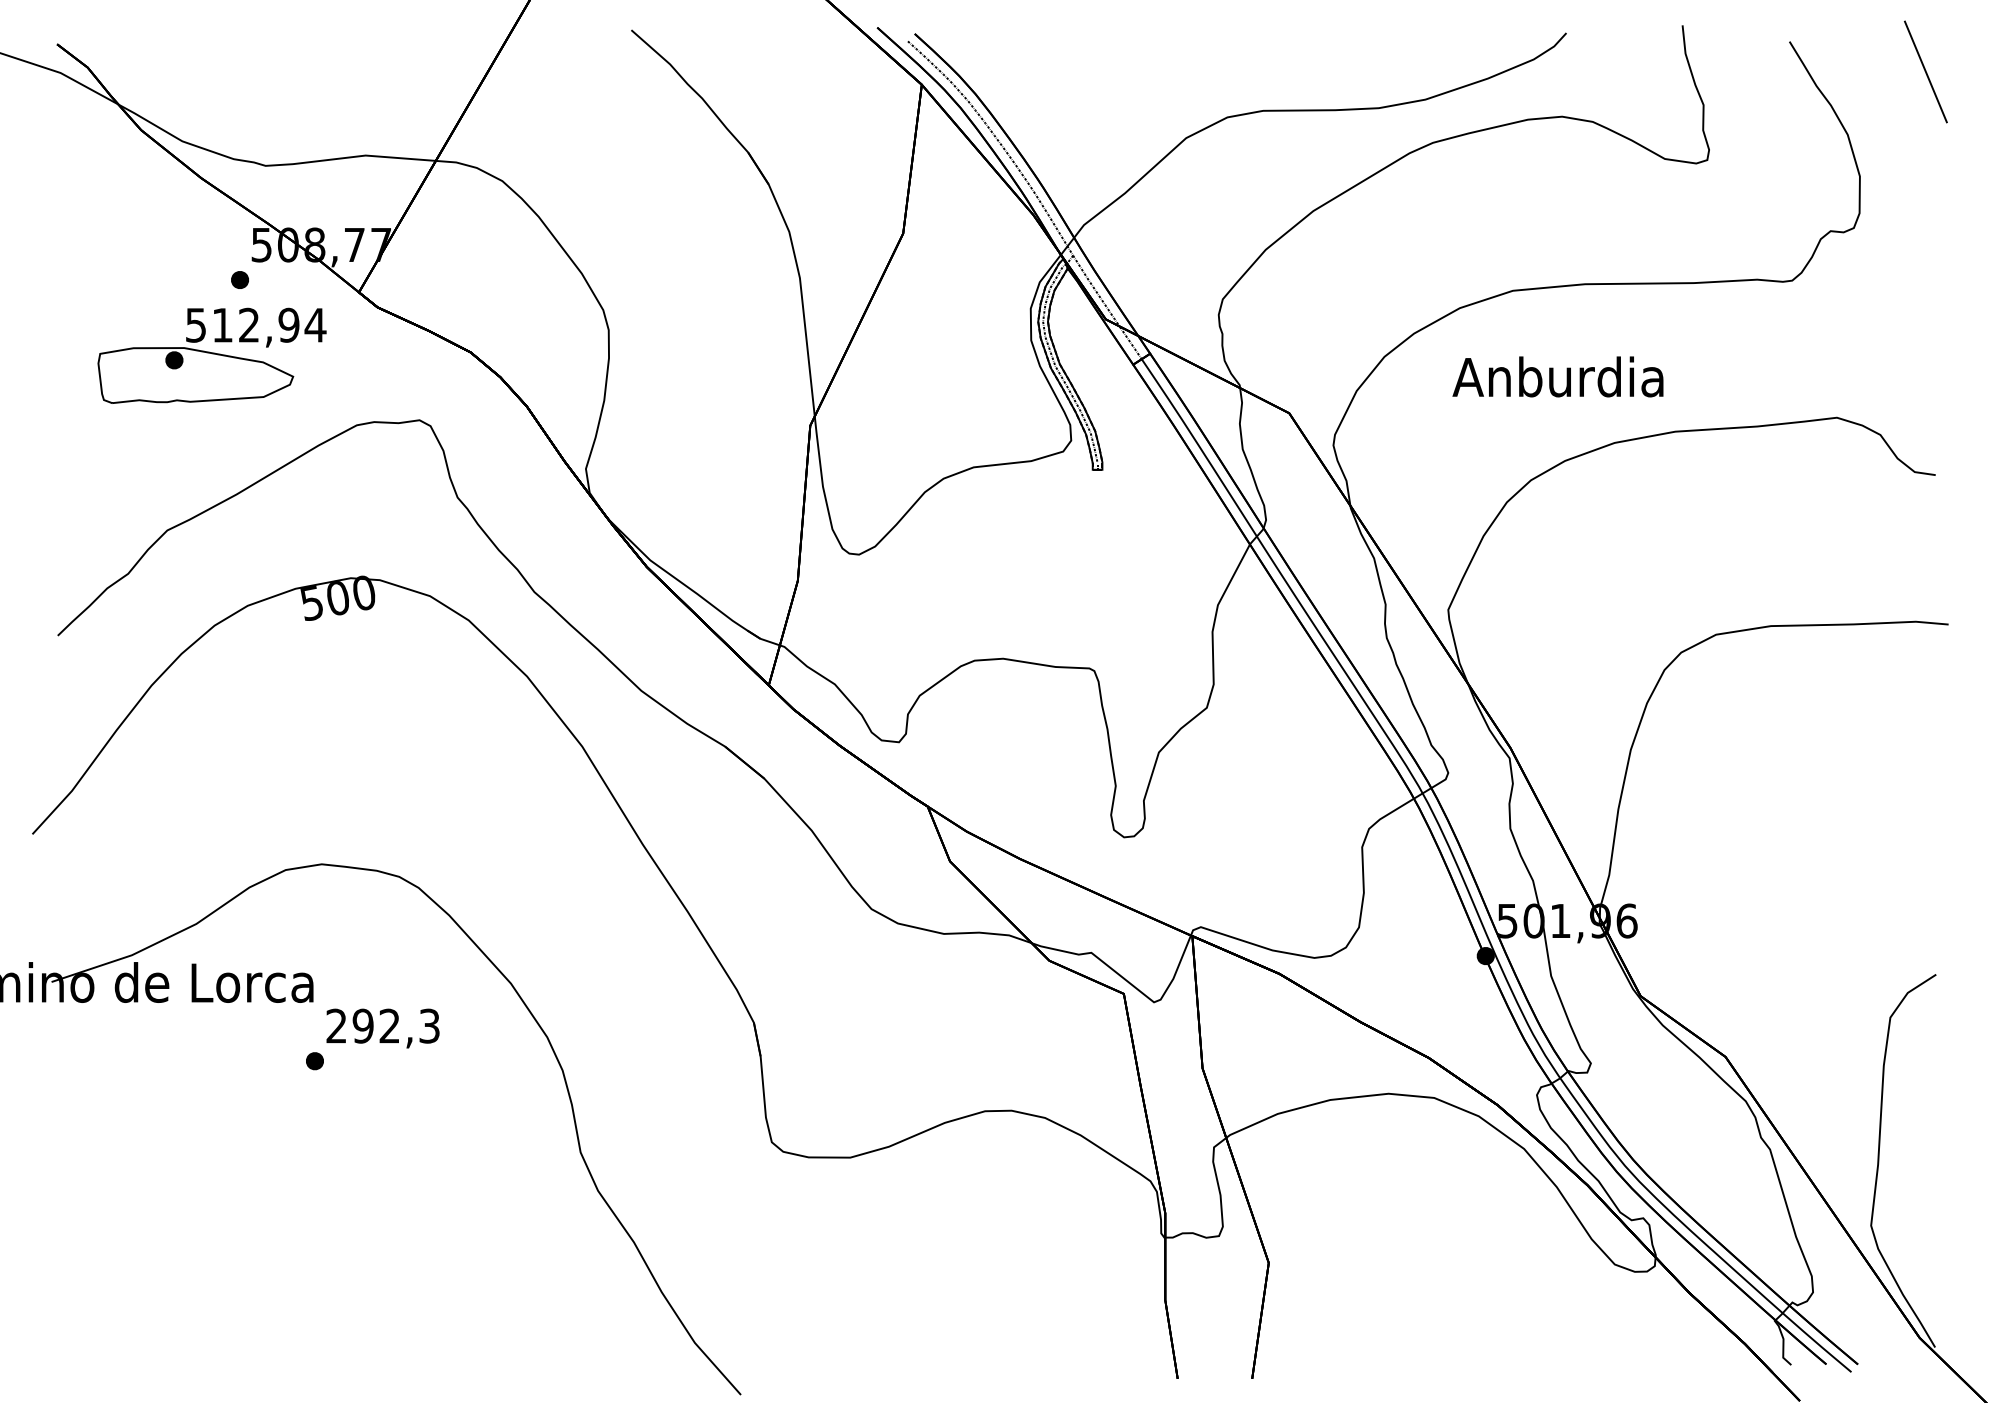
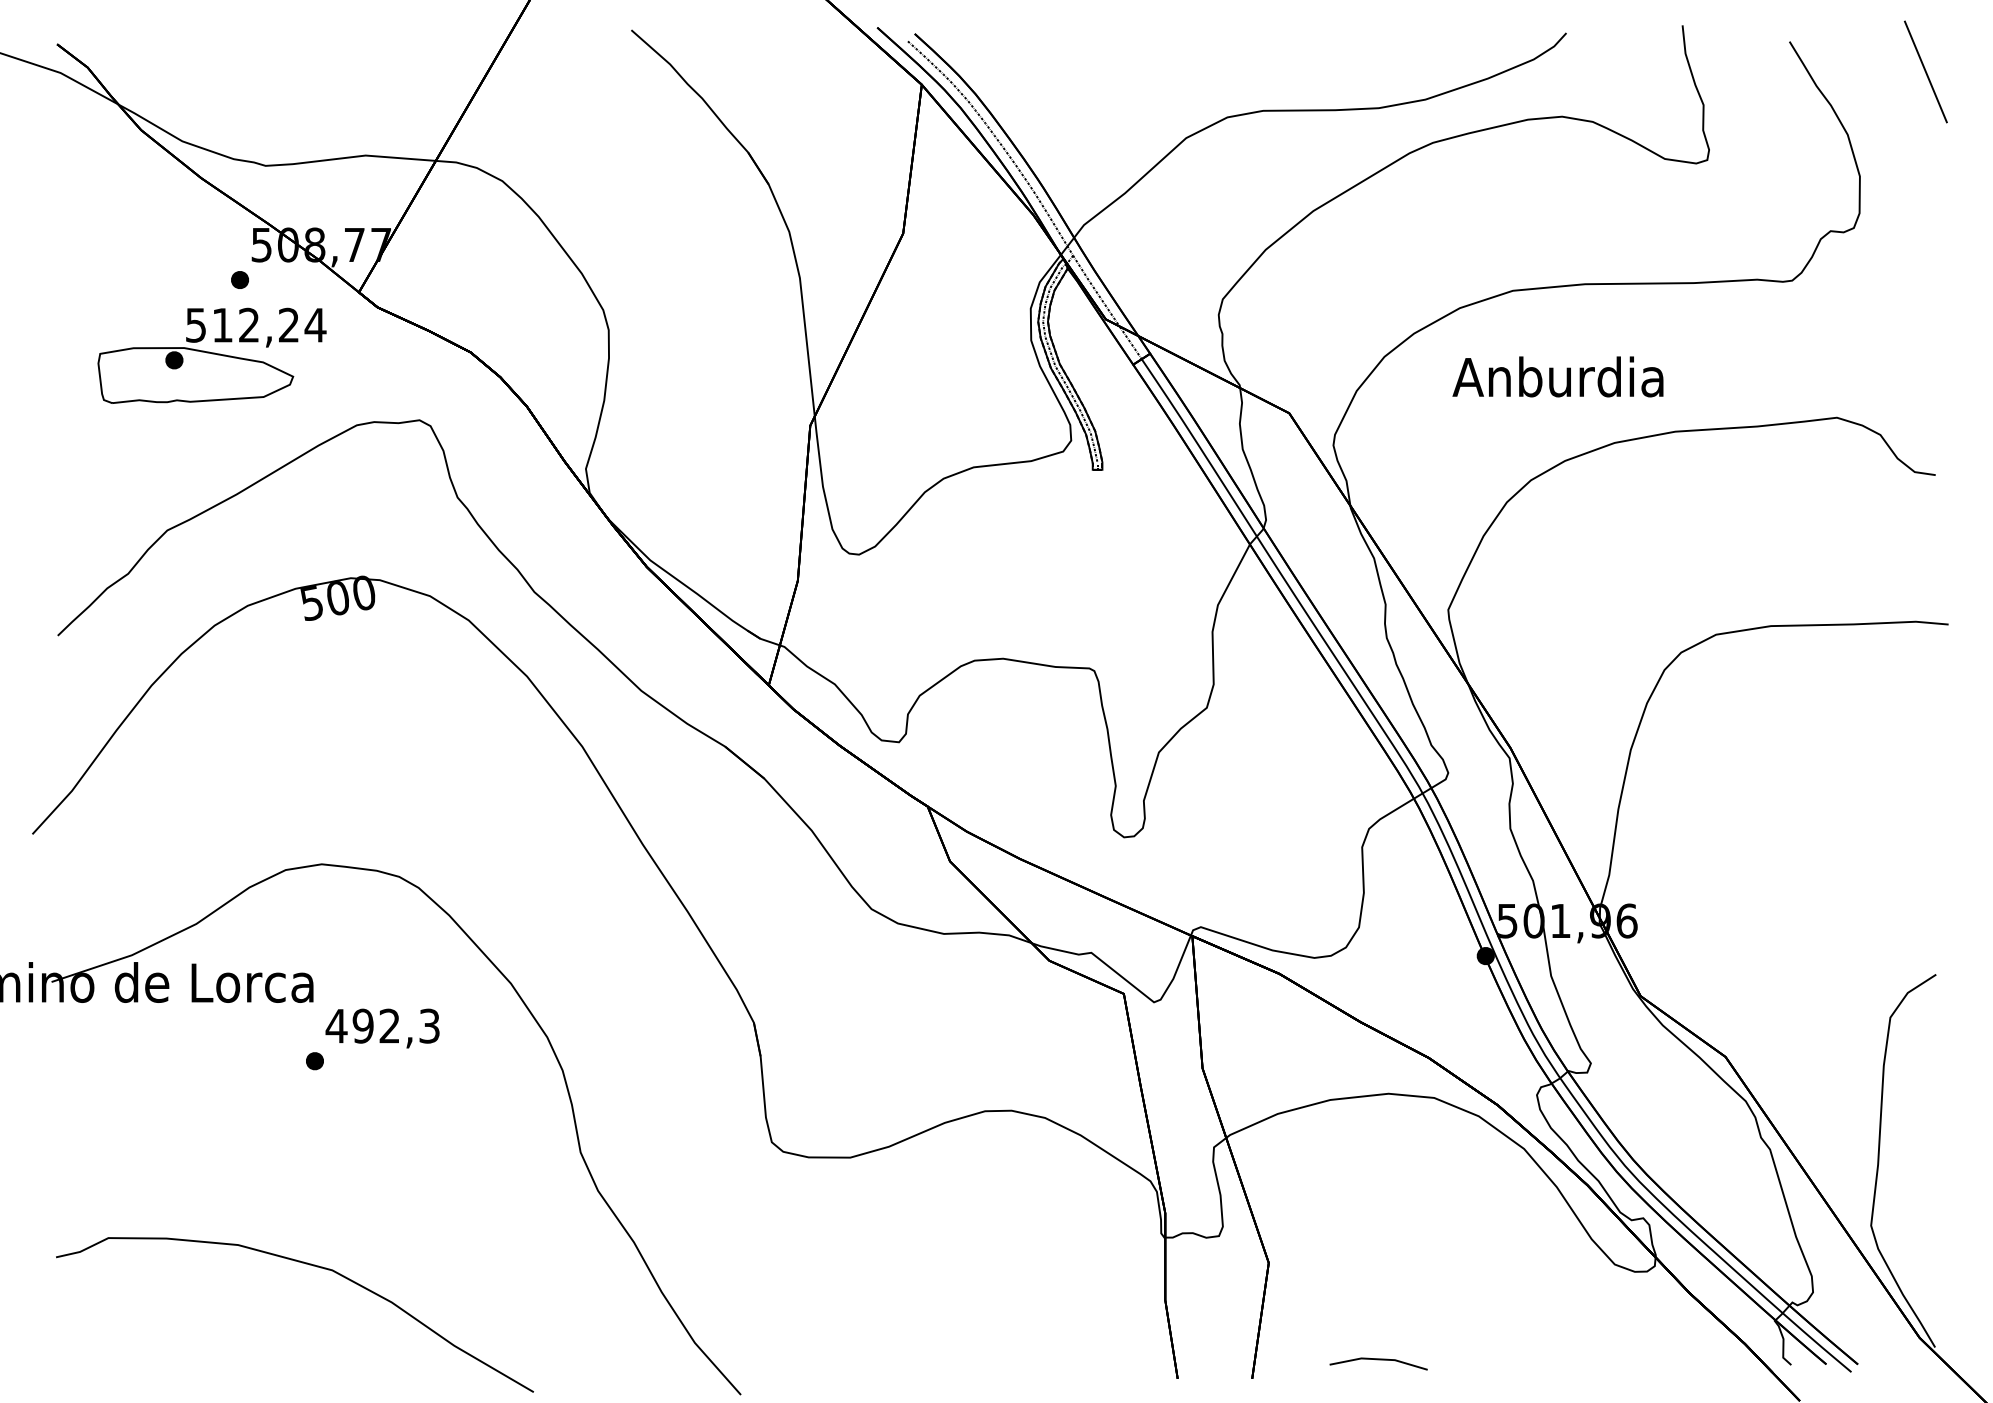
text at (288, 324): 512,94 -> 512,24
text at (336, 1025): 292,3 -> 492,3
curve at (305, 1264): none -> present
line at (1378, 1360): none -> present
